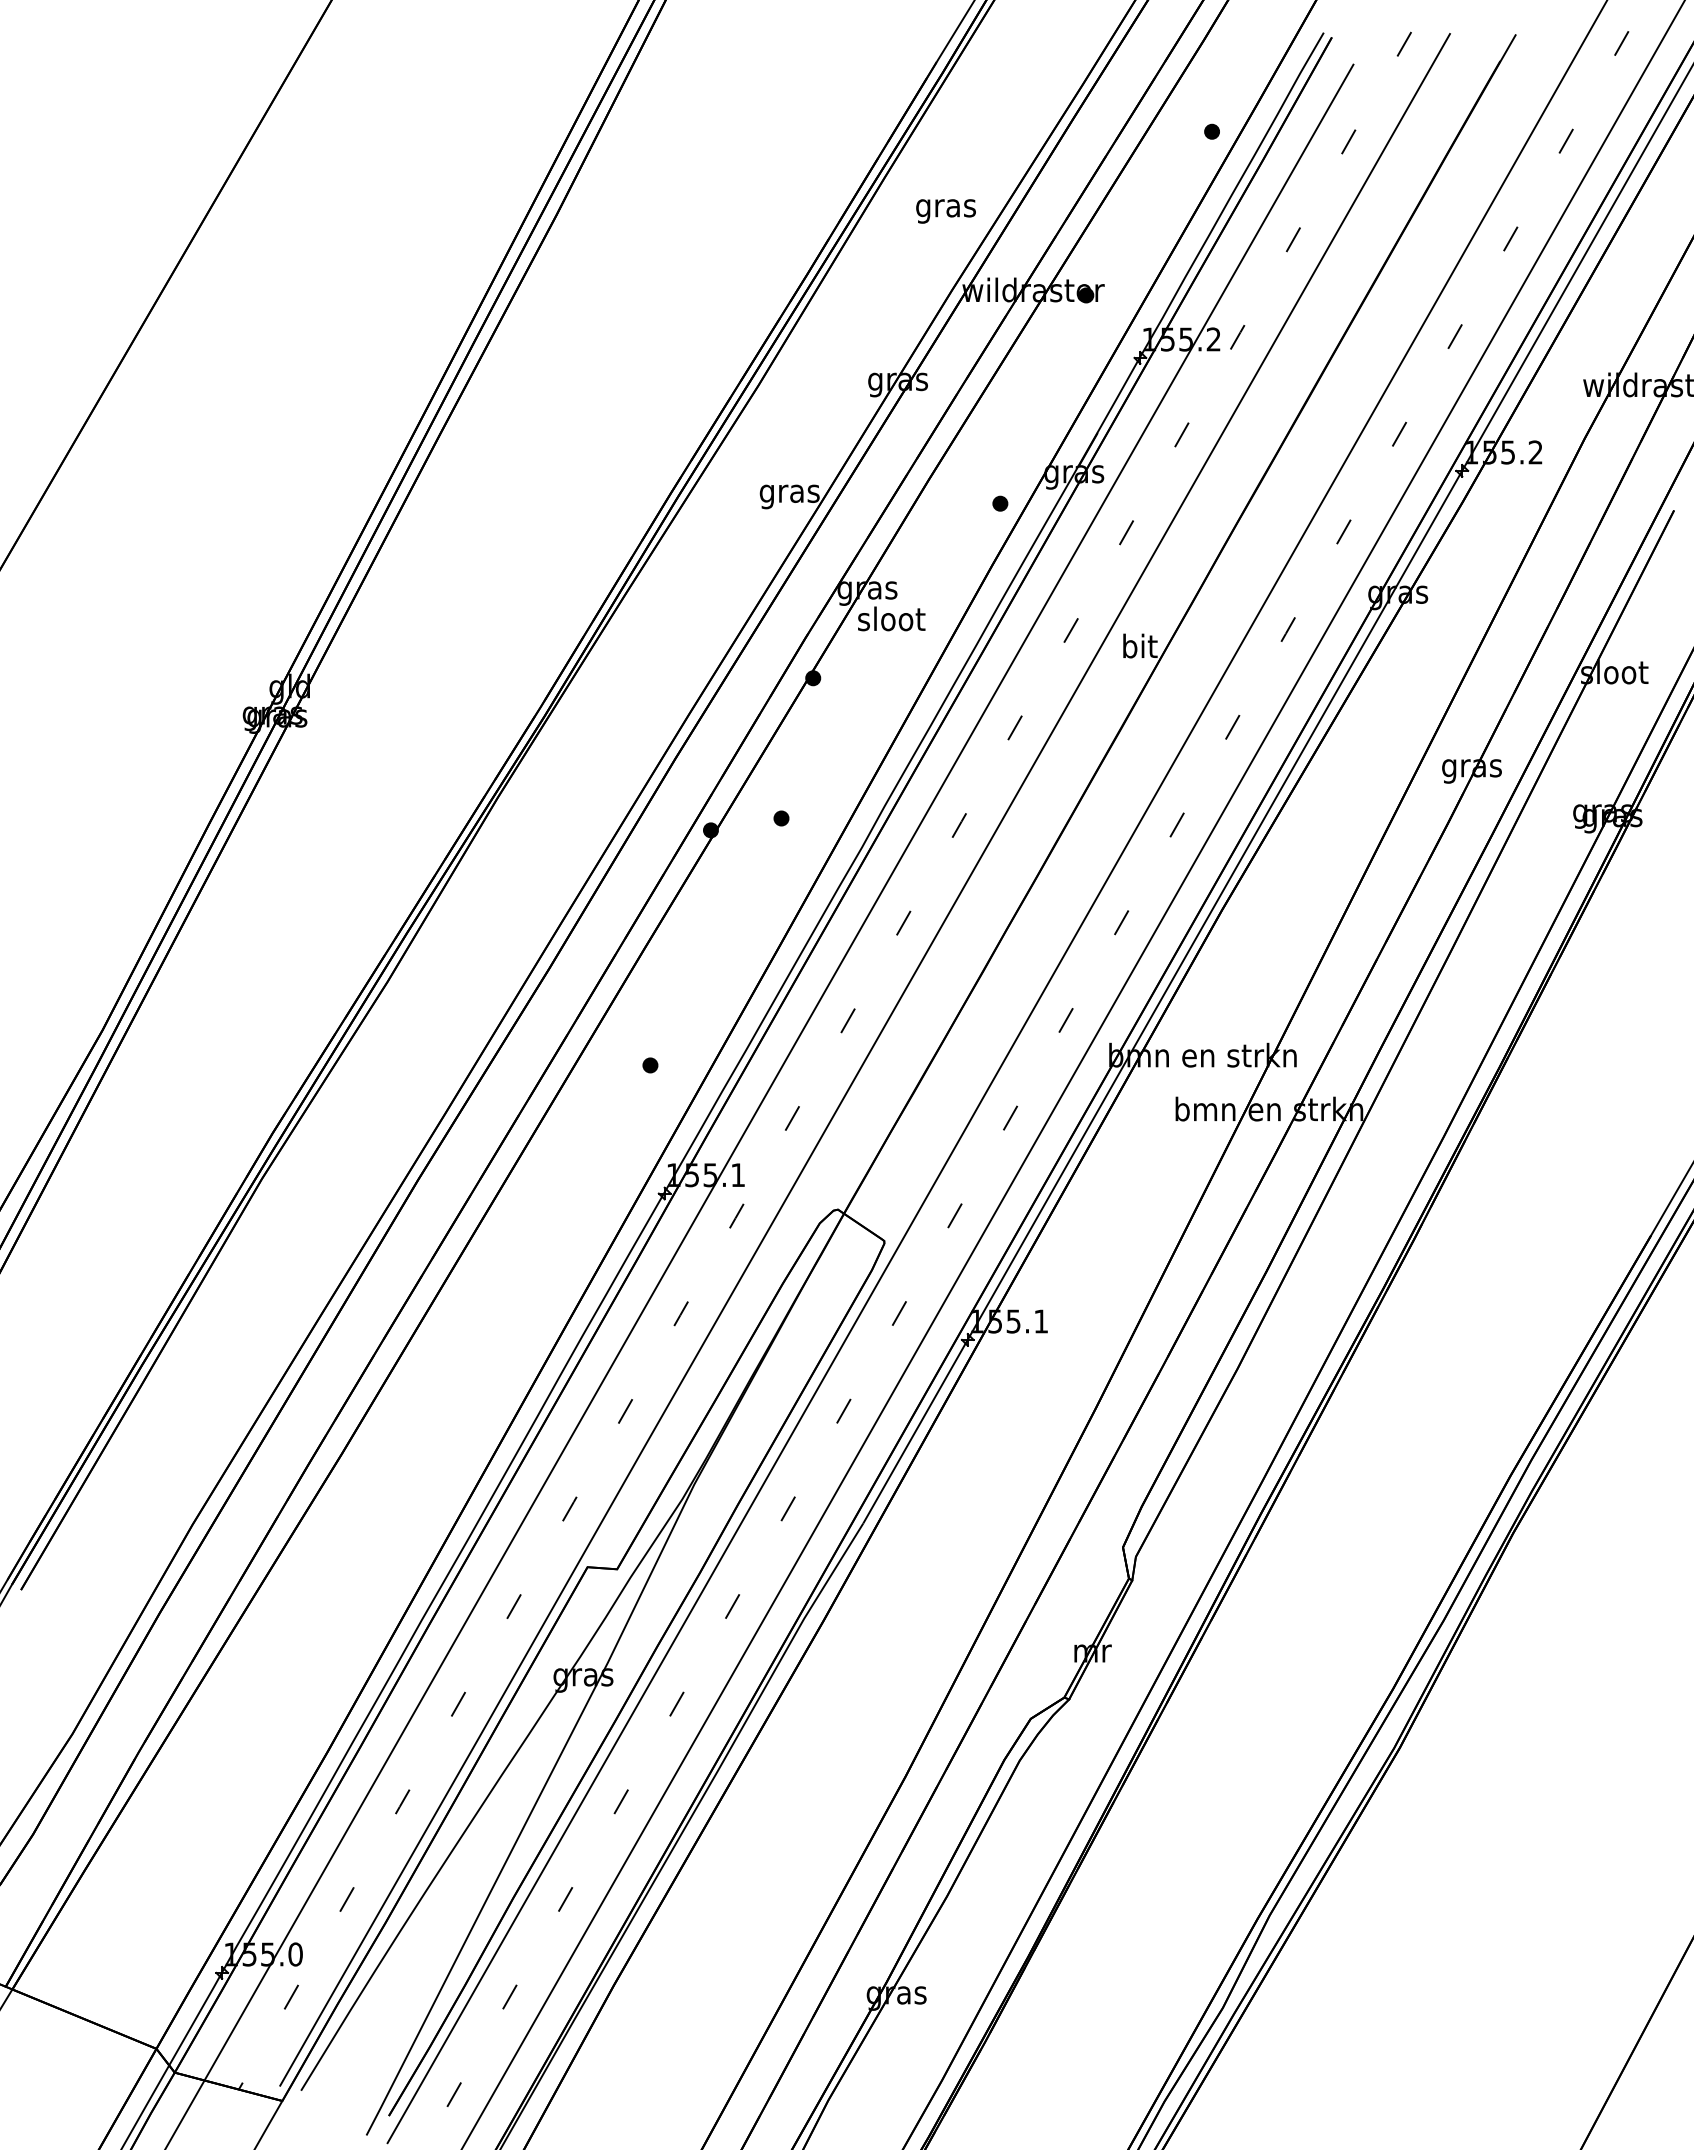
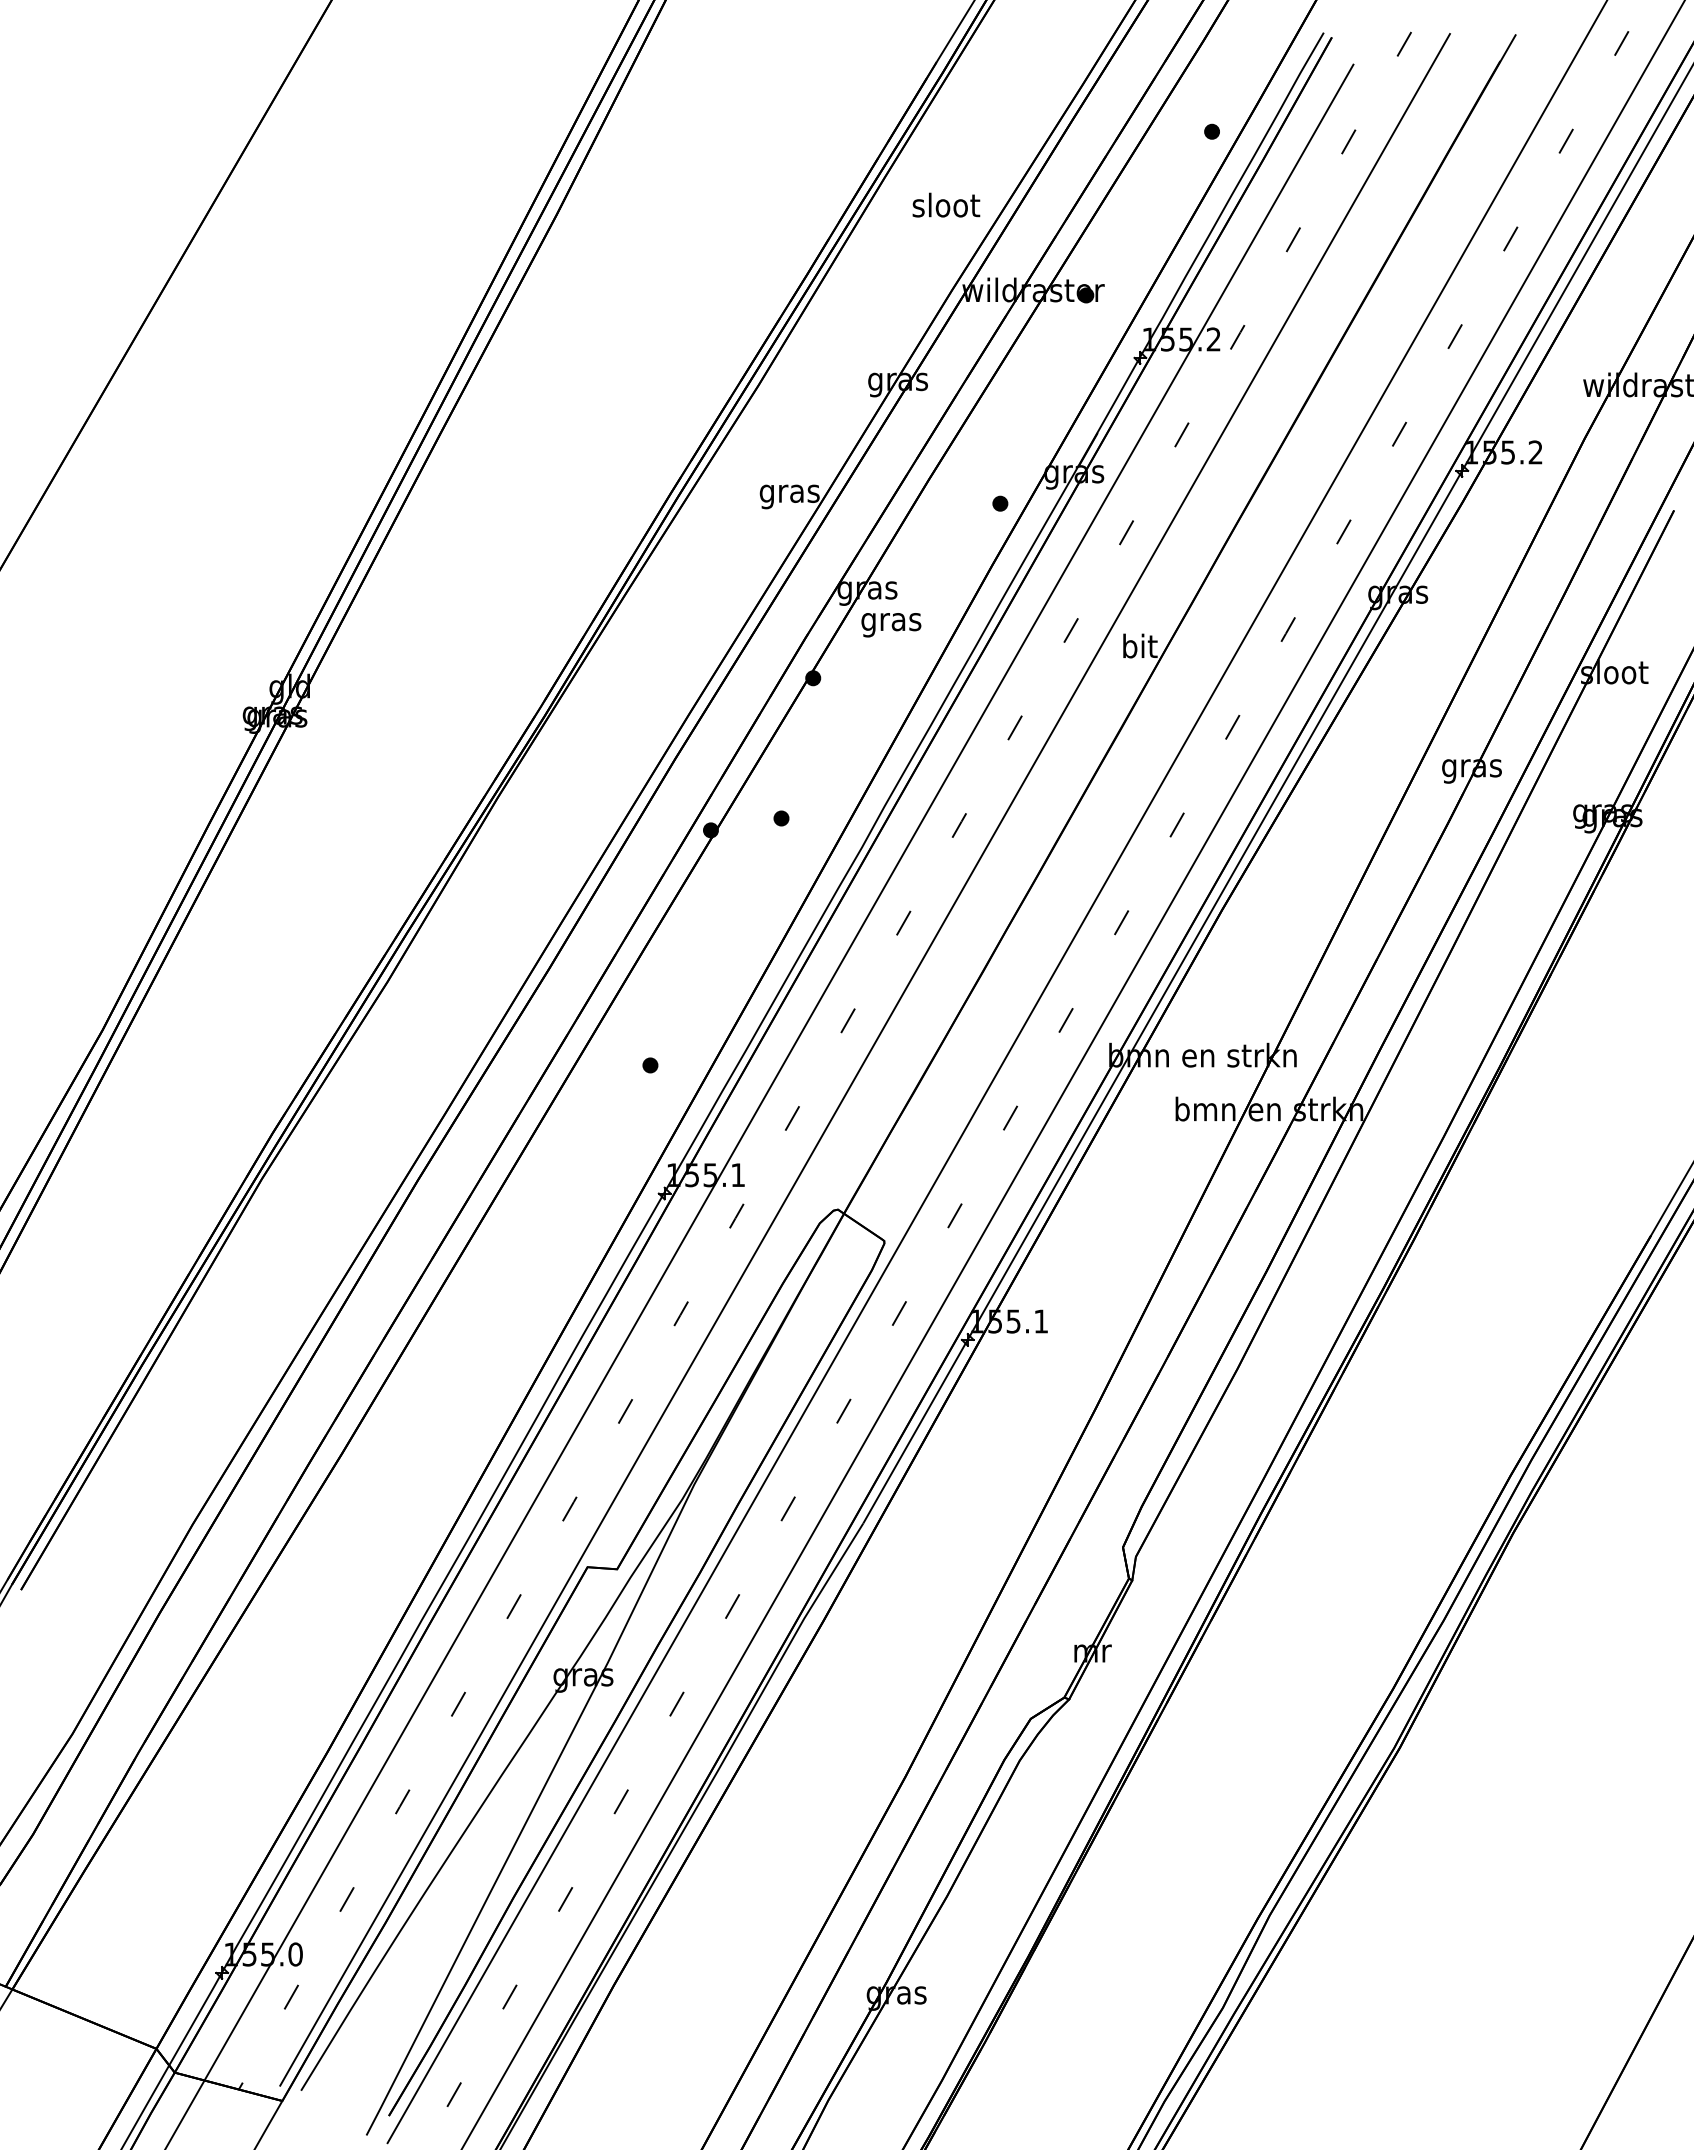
text at (946, 207): gras -> sloot
text at (891, 621): sloot -> gras
